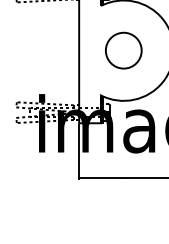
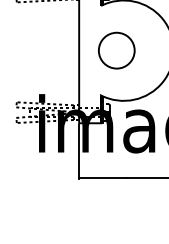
circle at (123, 50) position: (123, 50) -> (116, 50)
